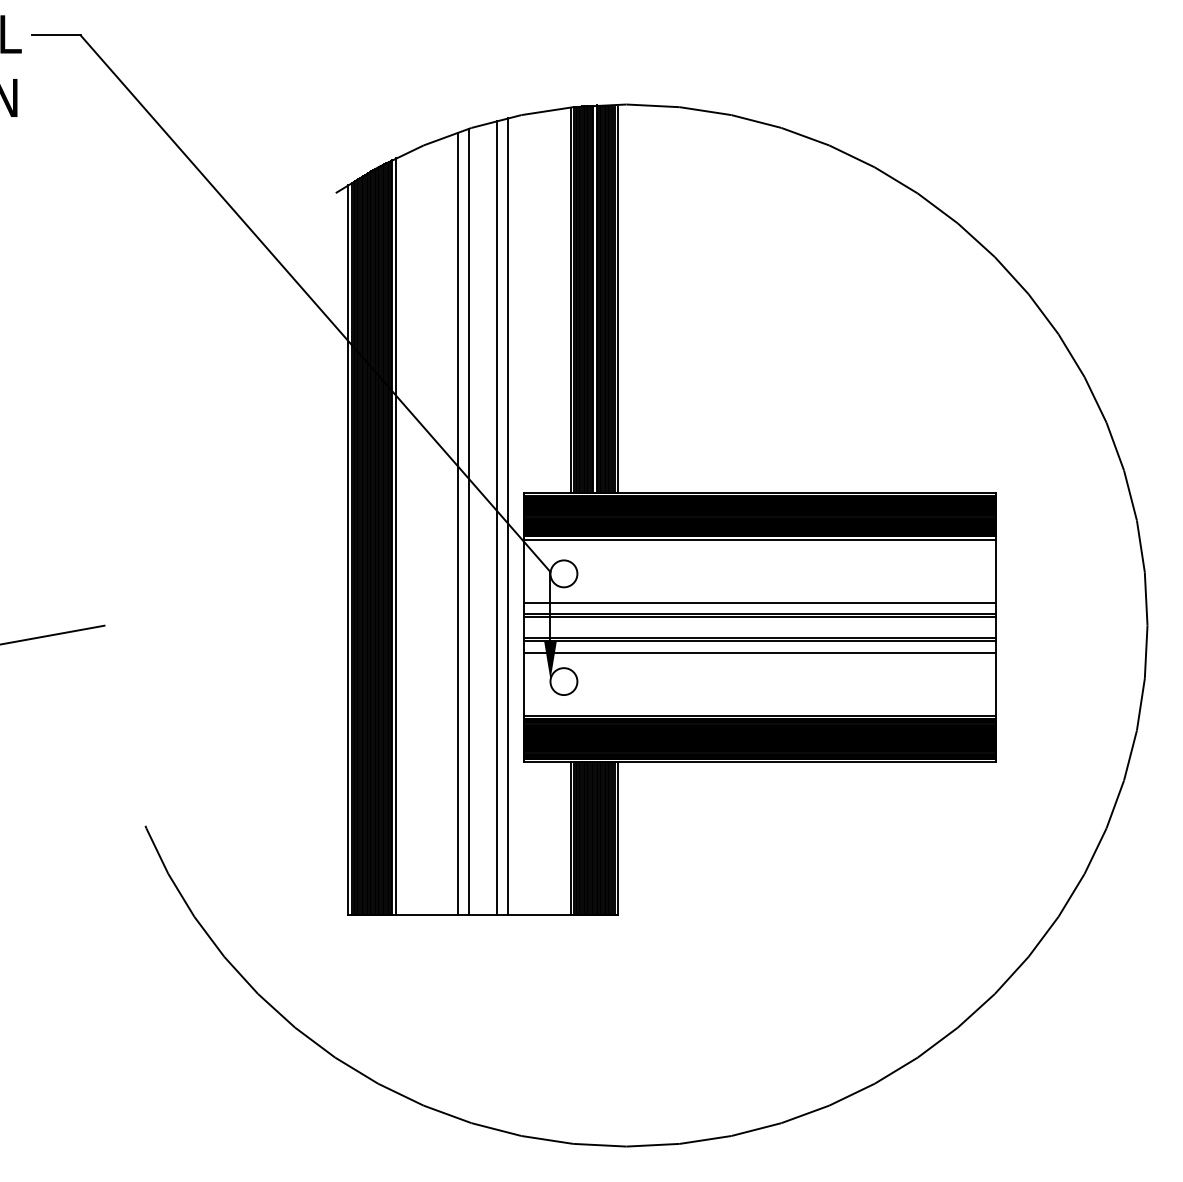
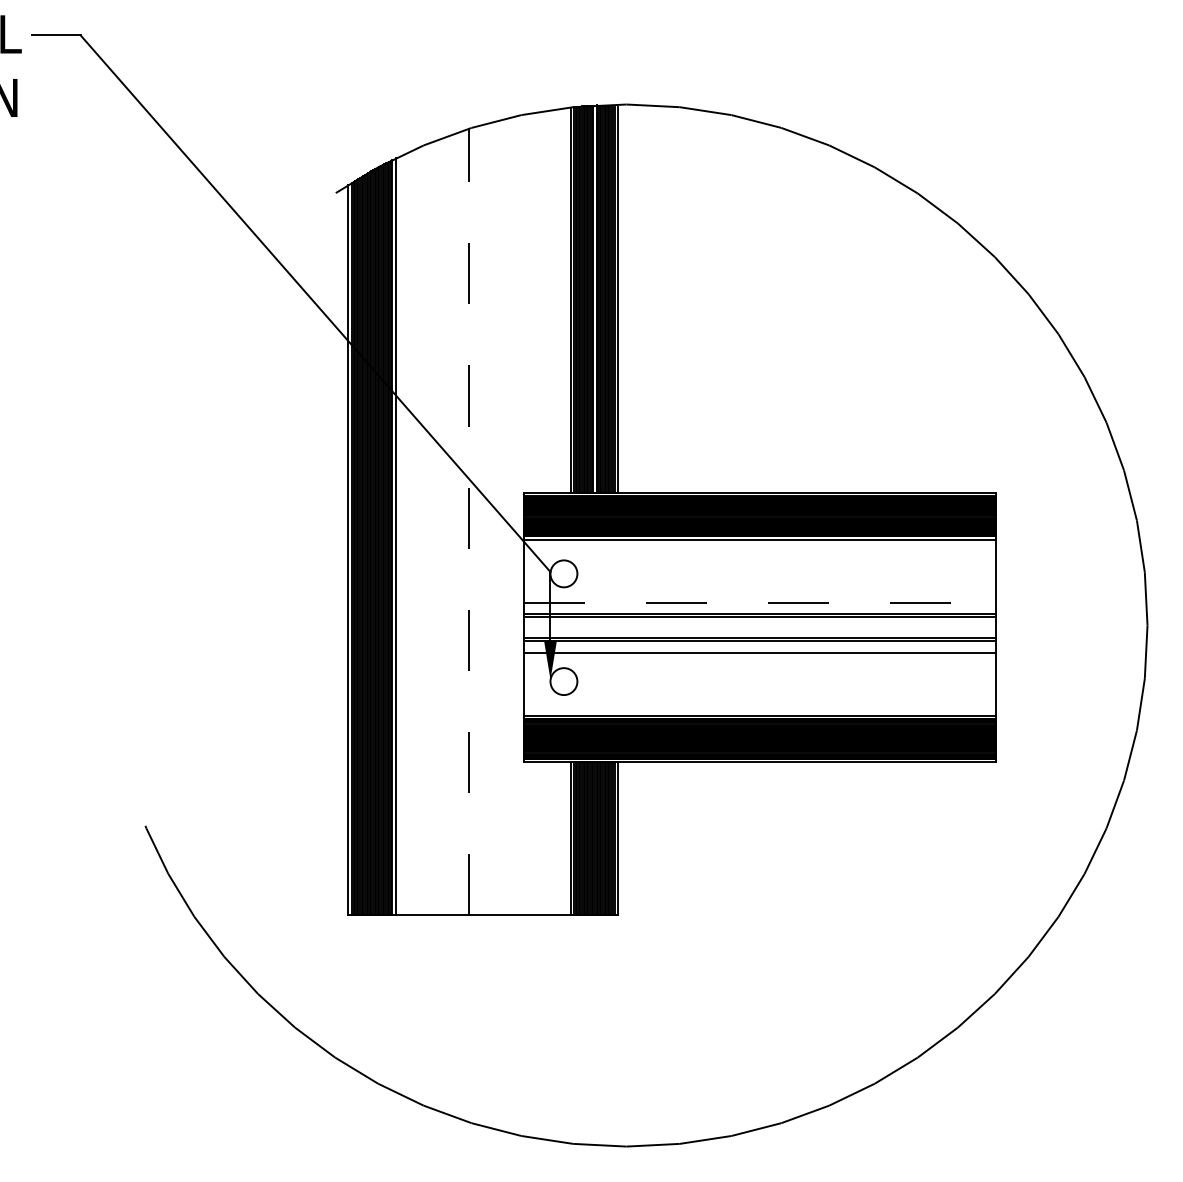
line at (508, 516): present -> none
line at (497, 517): present -> none
line at (469, 521): solid -> dashed
line at (457, 523): present -> none
line at (760, 602): solid -> dashed
line at (53, 634): present -> none
